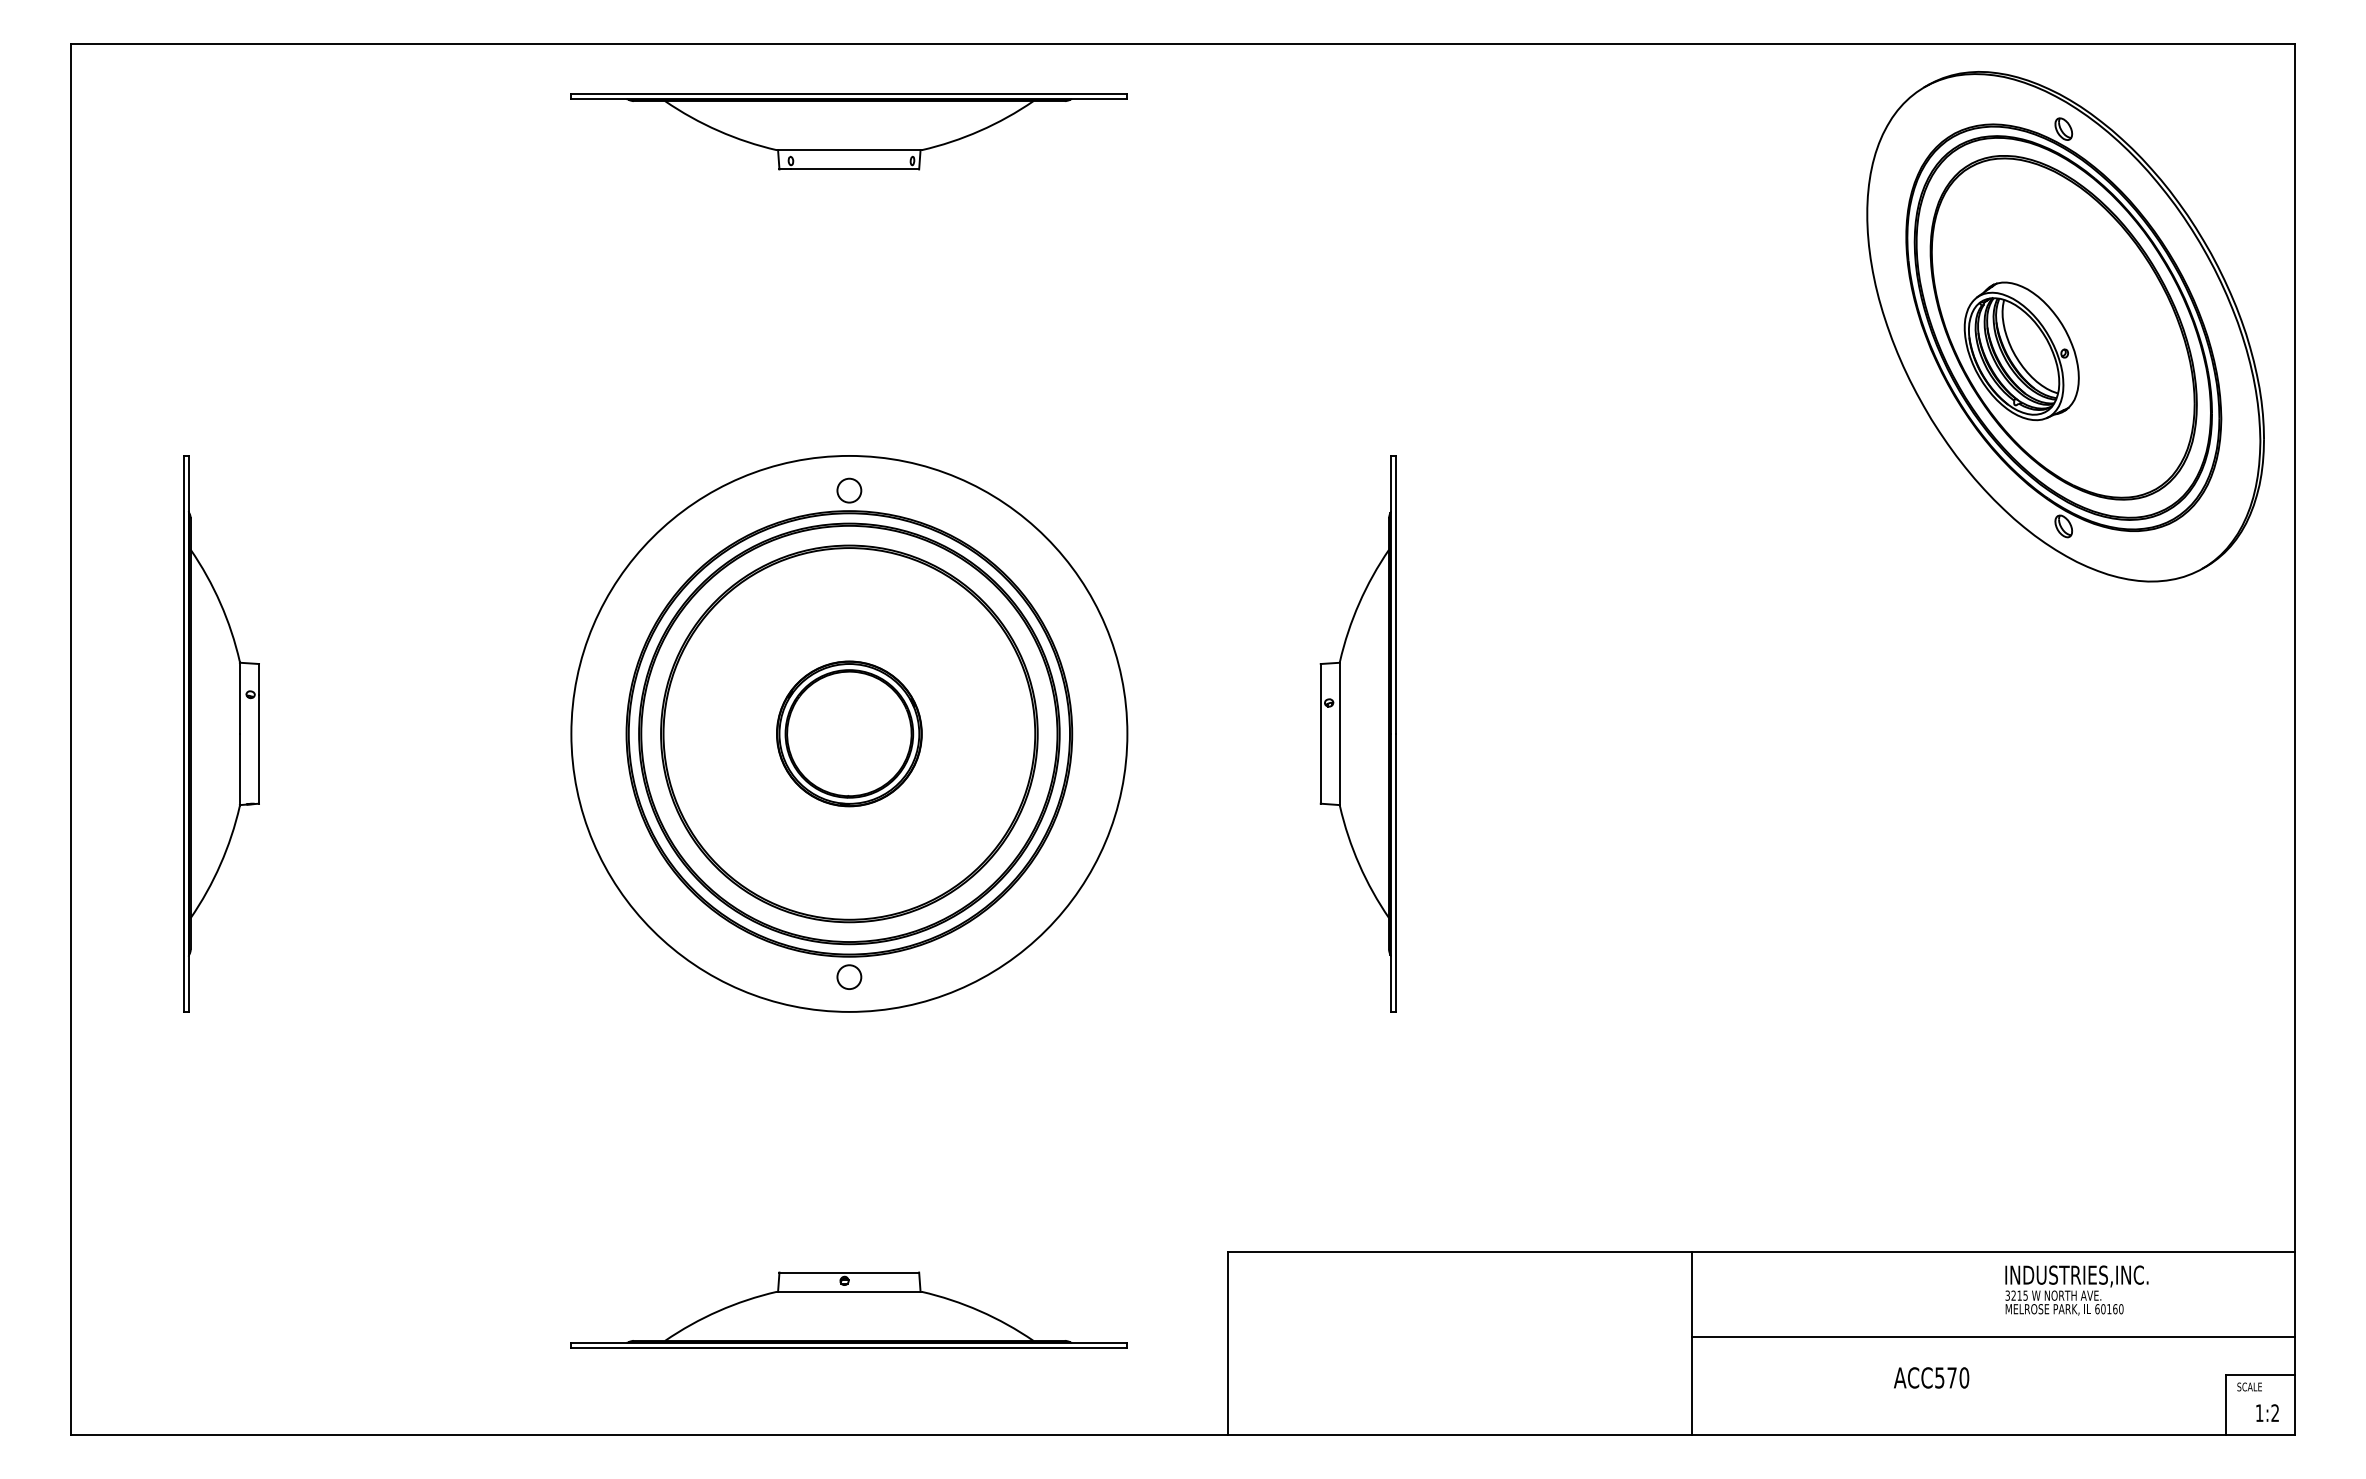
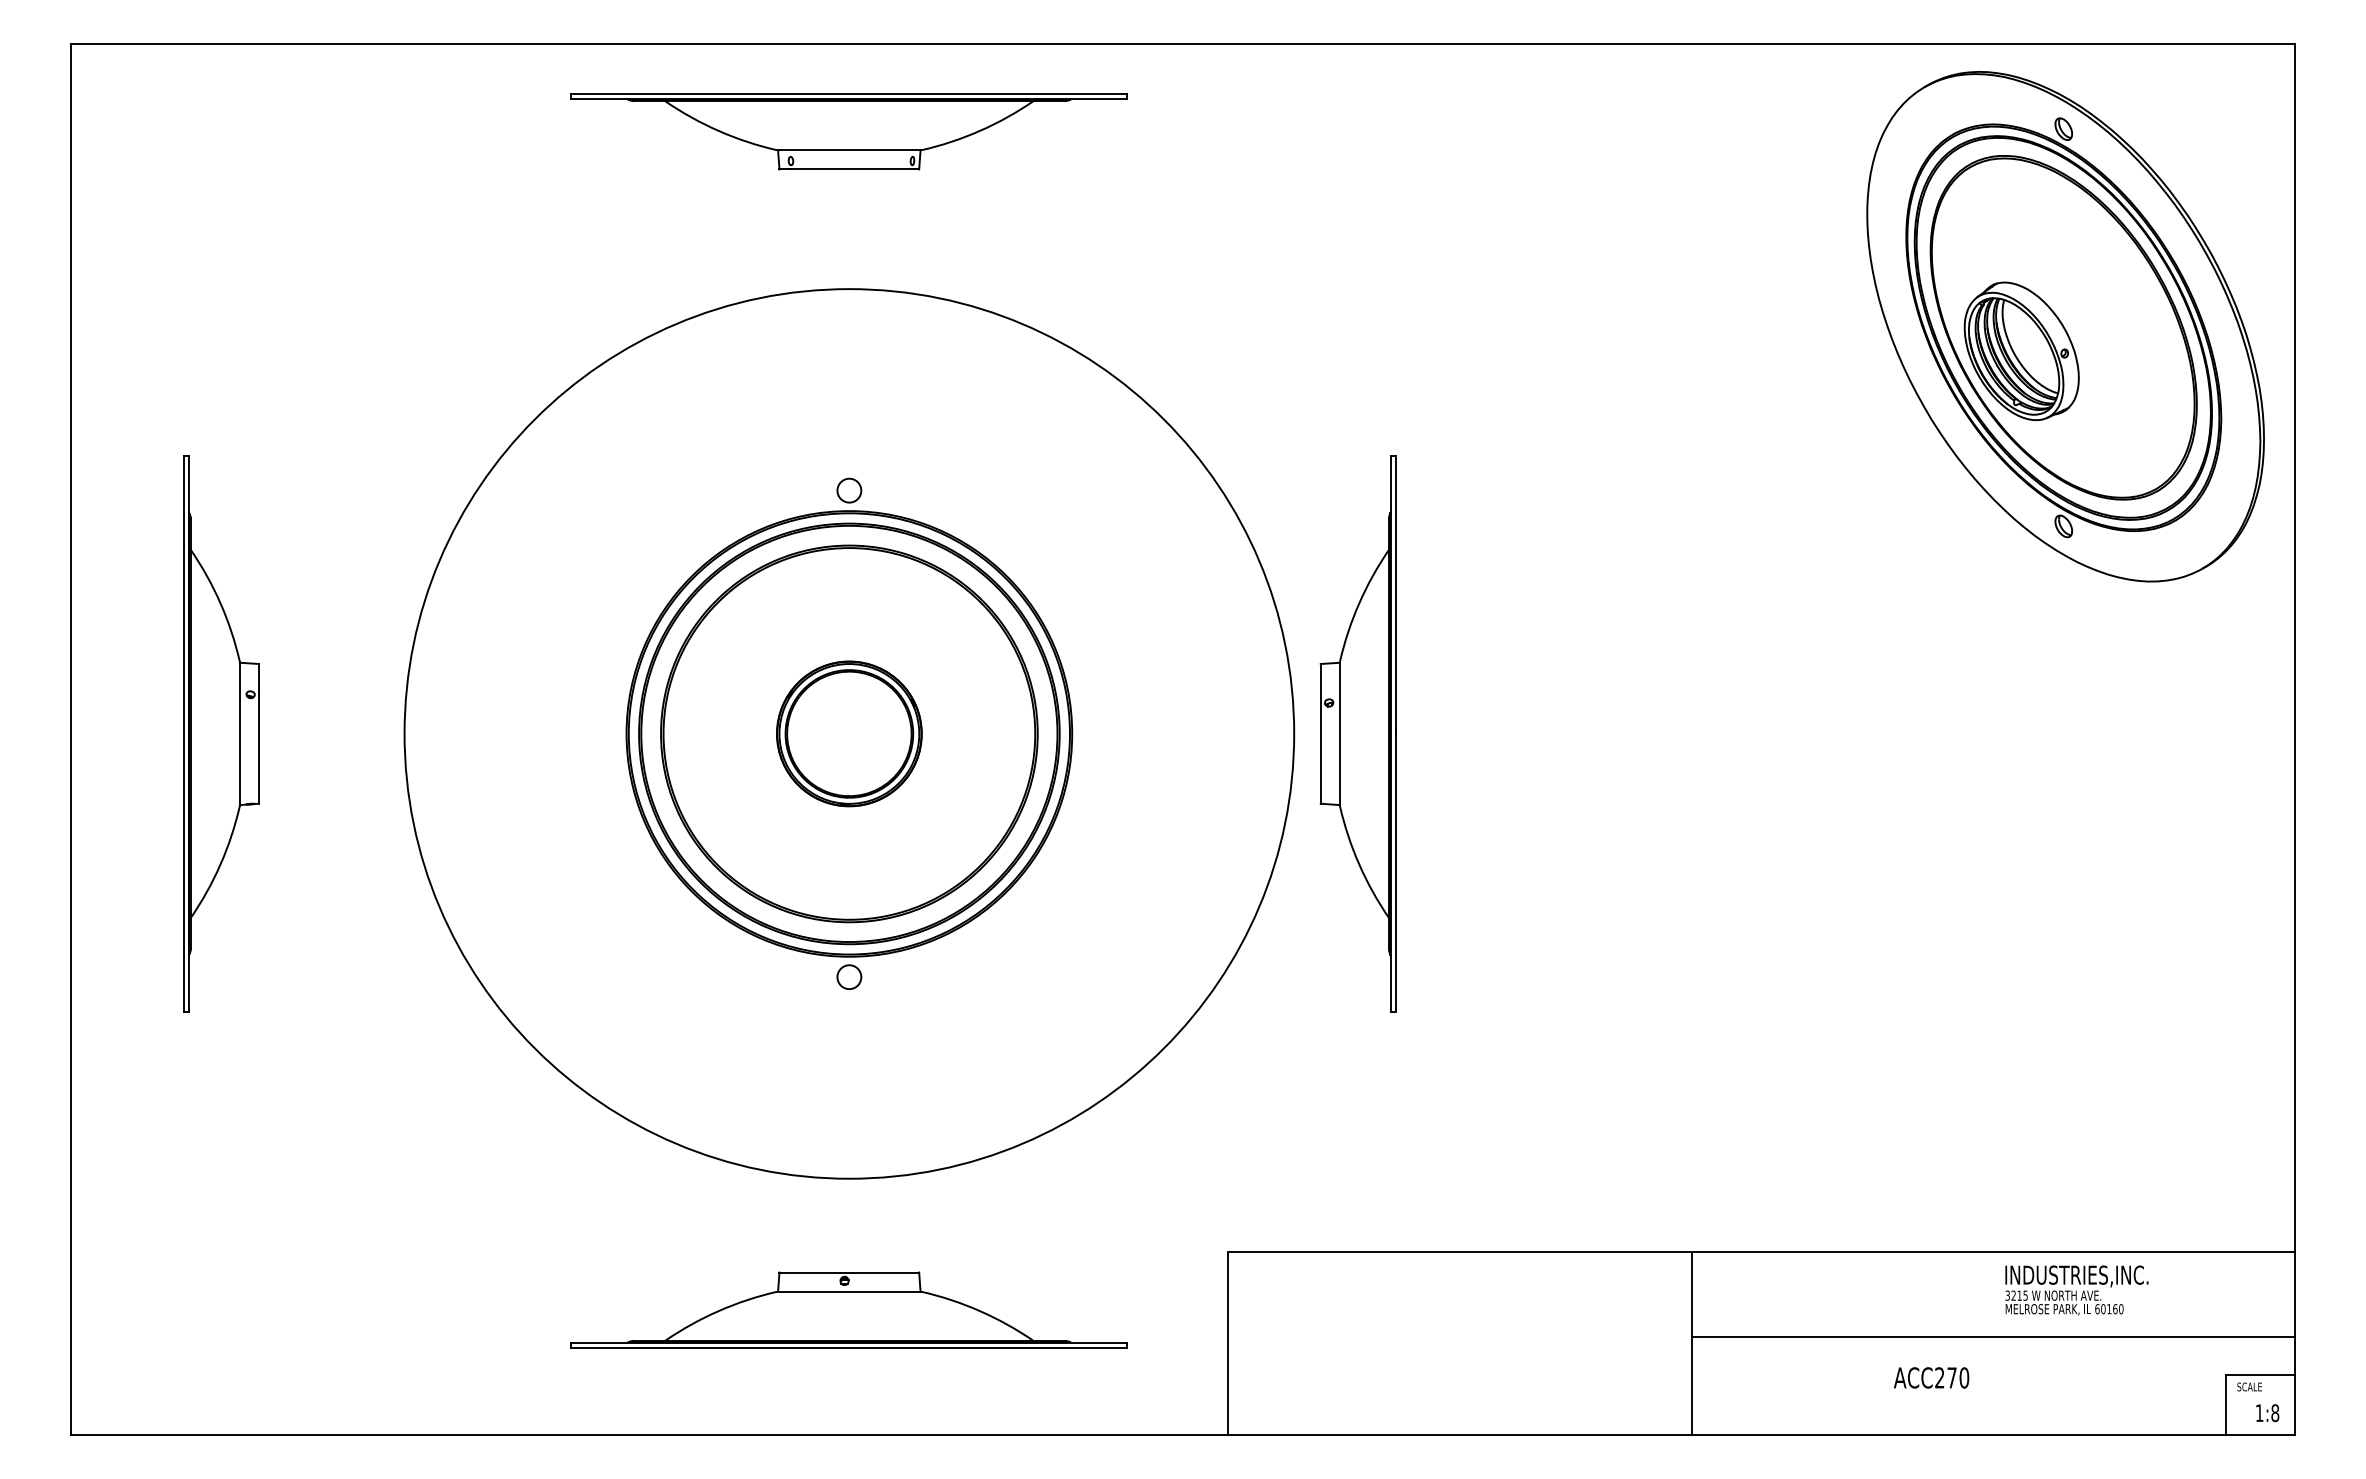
circle at (849, 733) diameter: 556 px -> 890 px
text at (1939, 1377): ACC570 -> ACC270
text at (2275, 1413): 1:2 -> 1:8
